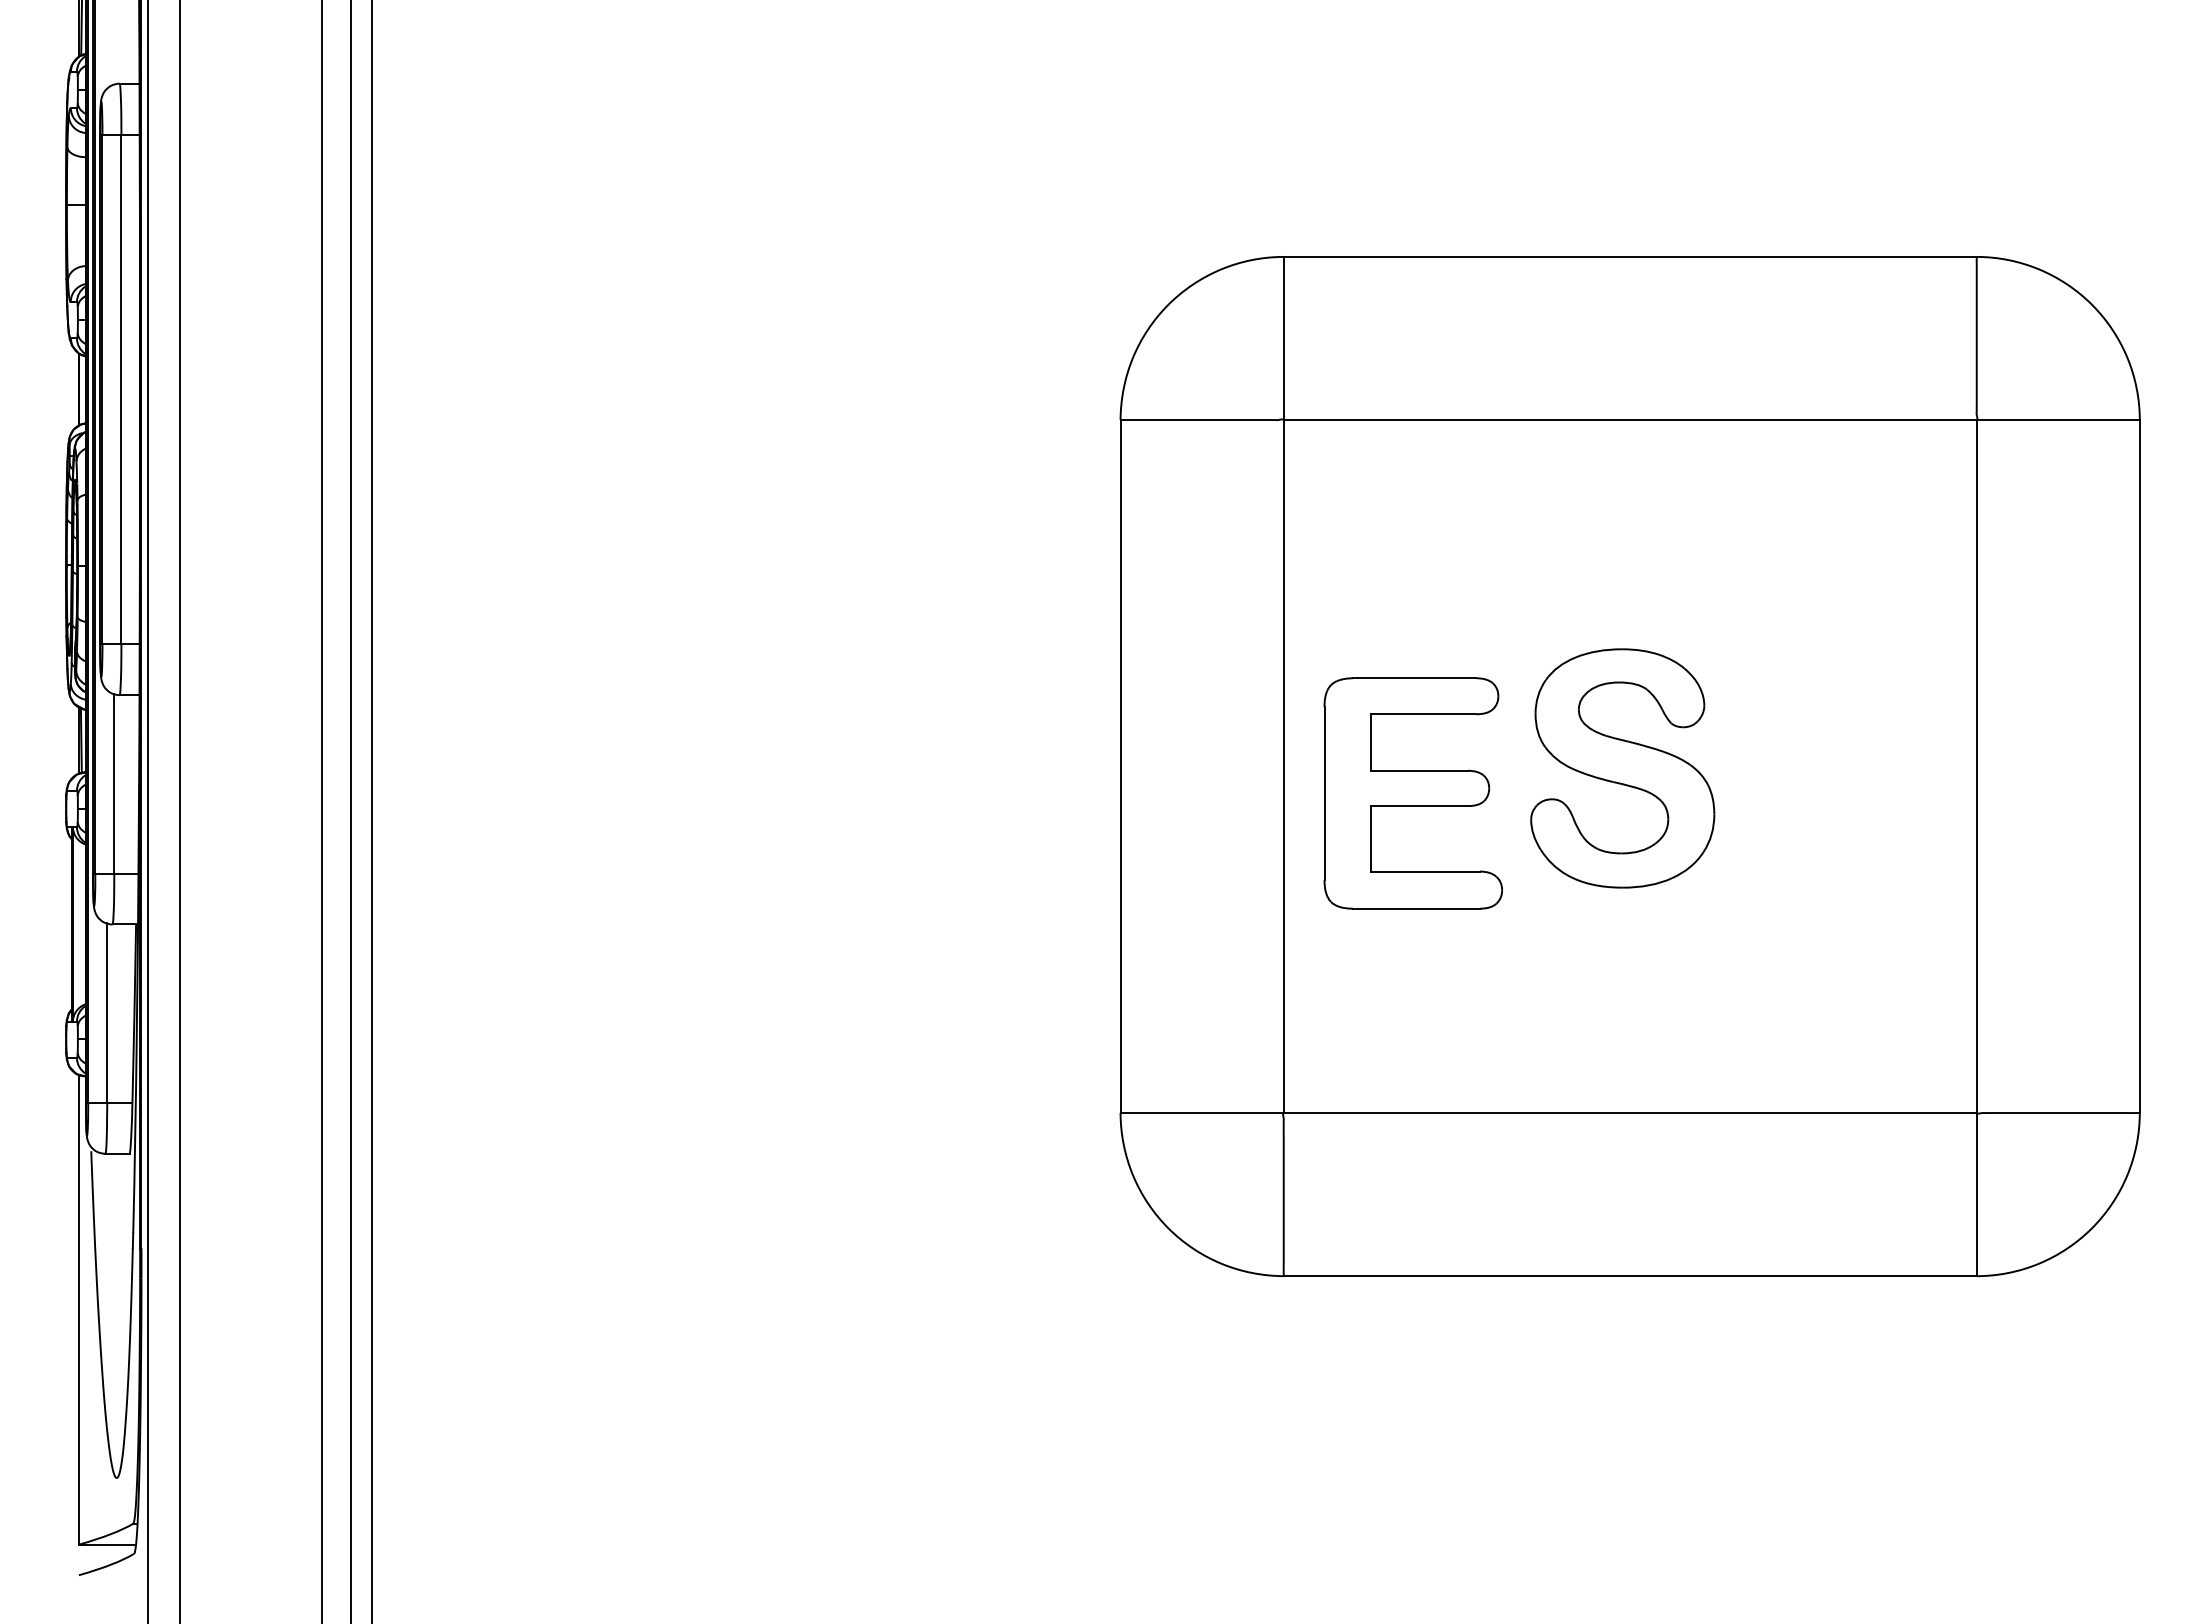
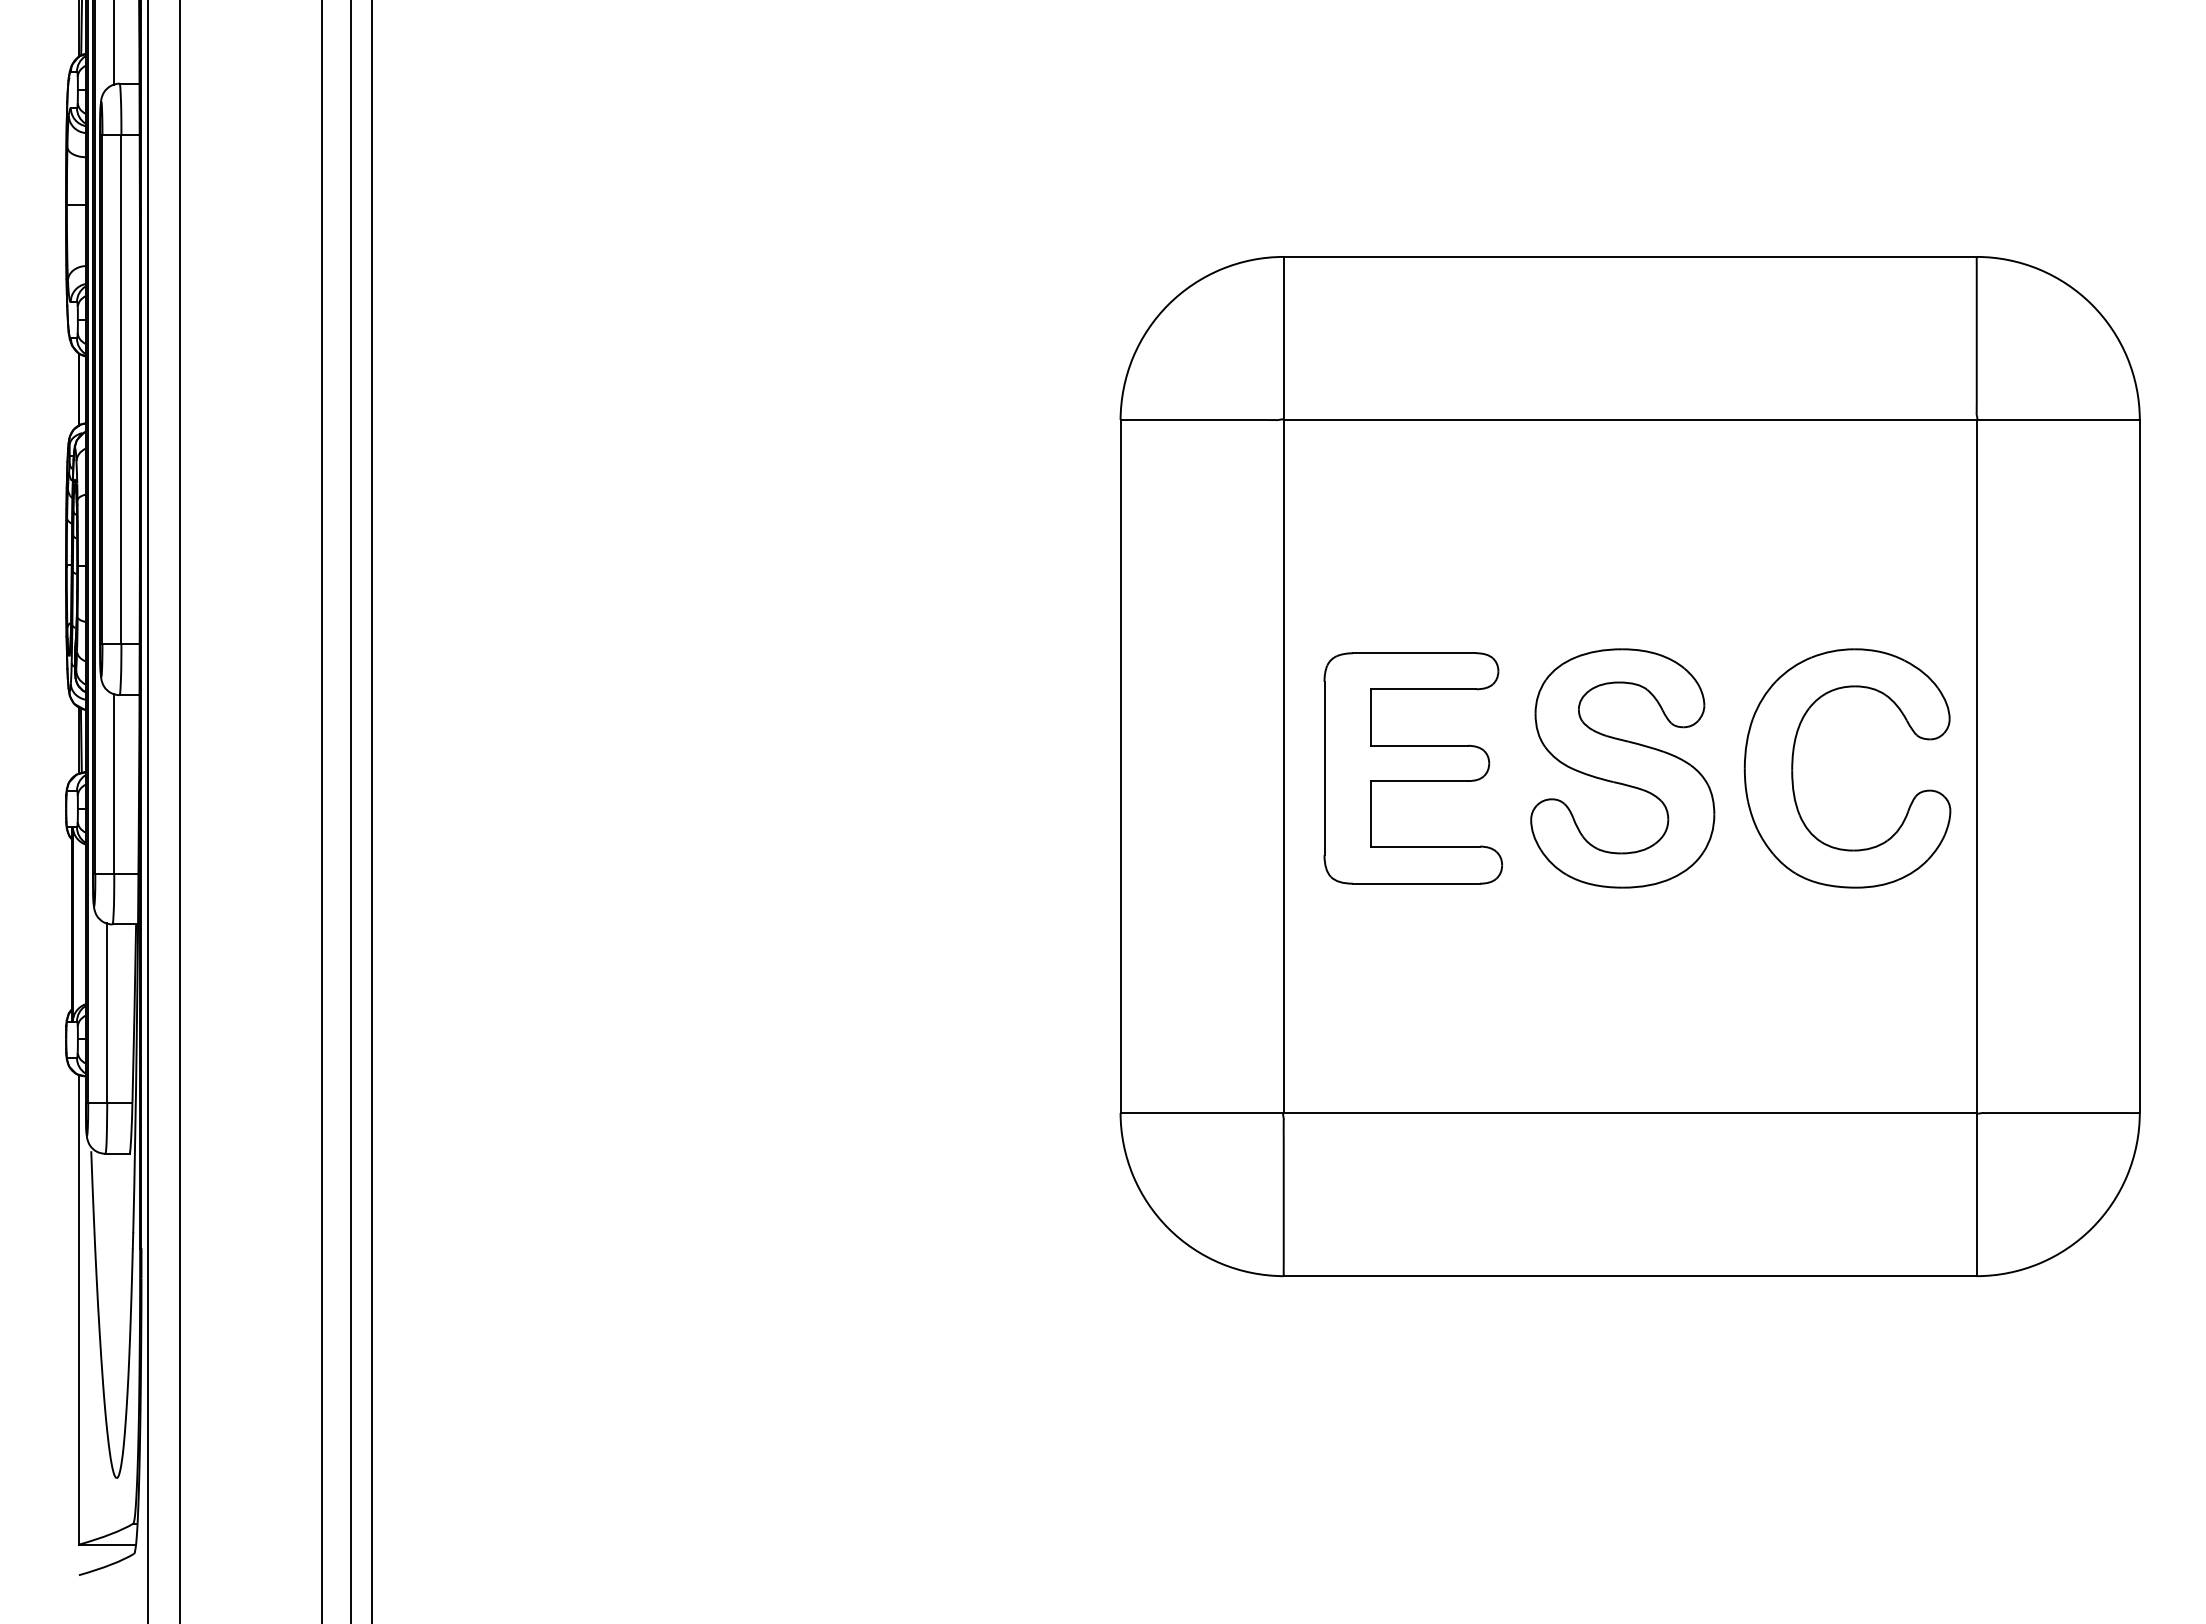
line at (114, 43): none -> present
part at (1793, 768): none -> present
part at (1412, 793) position: (1412, 793) -> (1412, 768)
